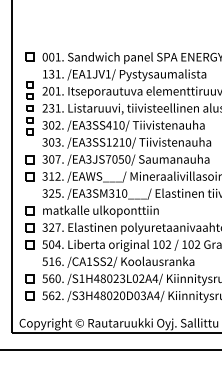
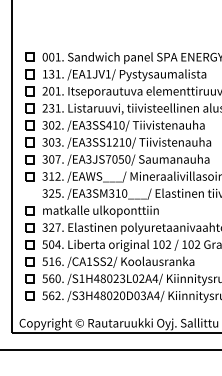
part at (29, 108) size: 8x55 px -> 10x79 px
part at (29, 261): none -> present
